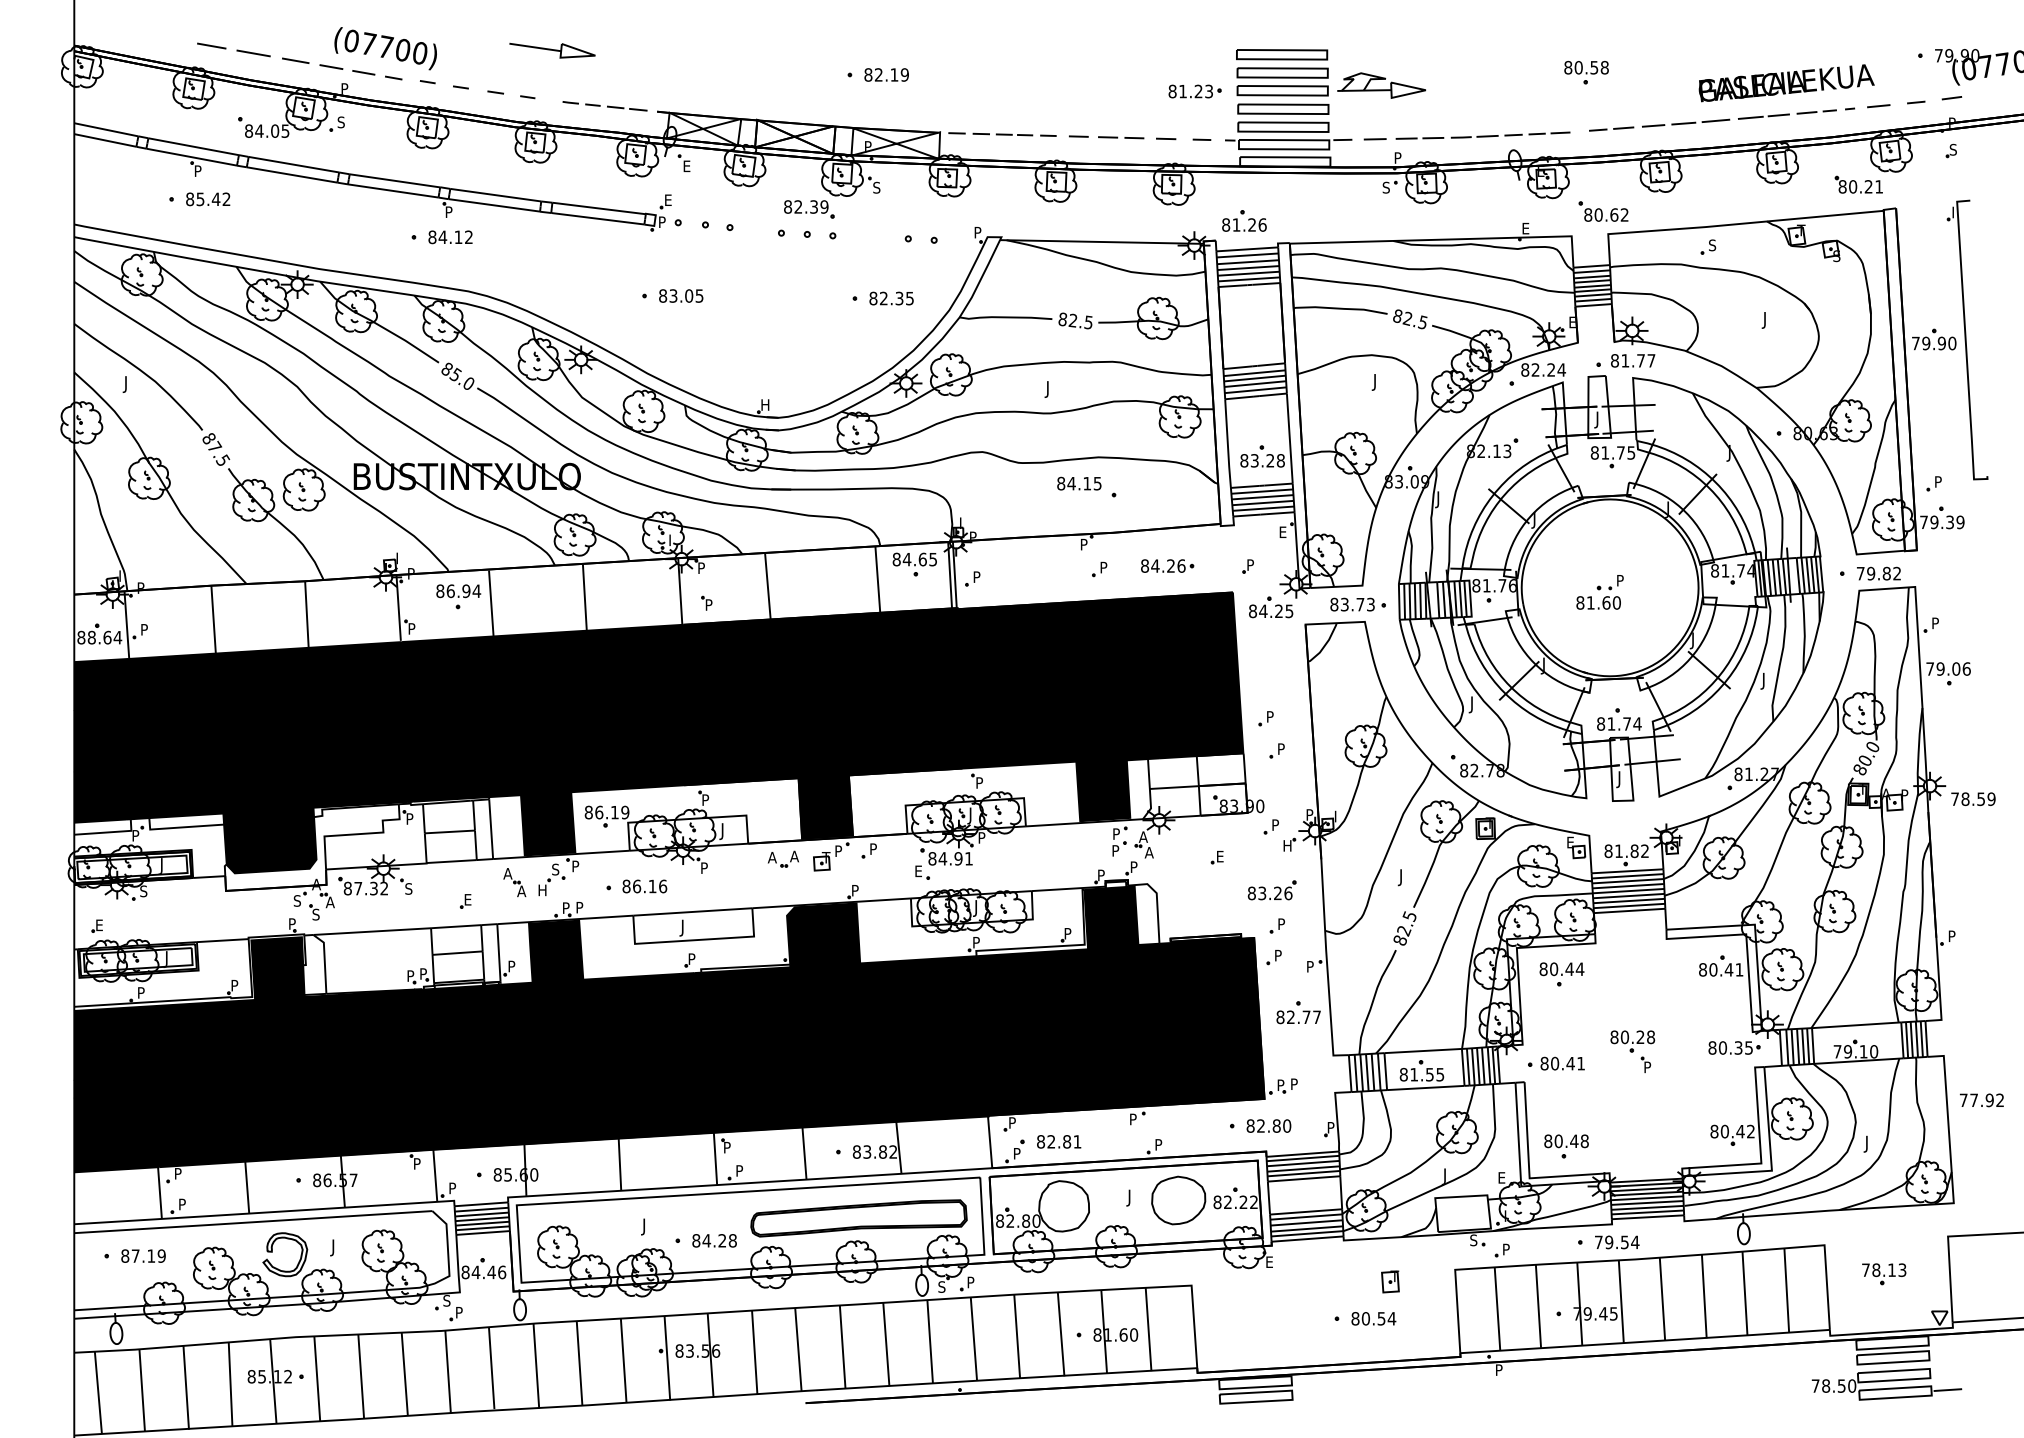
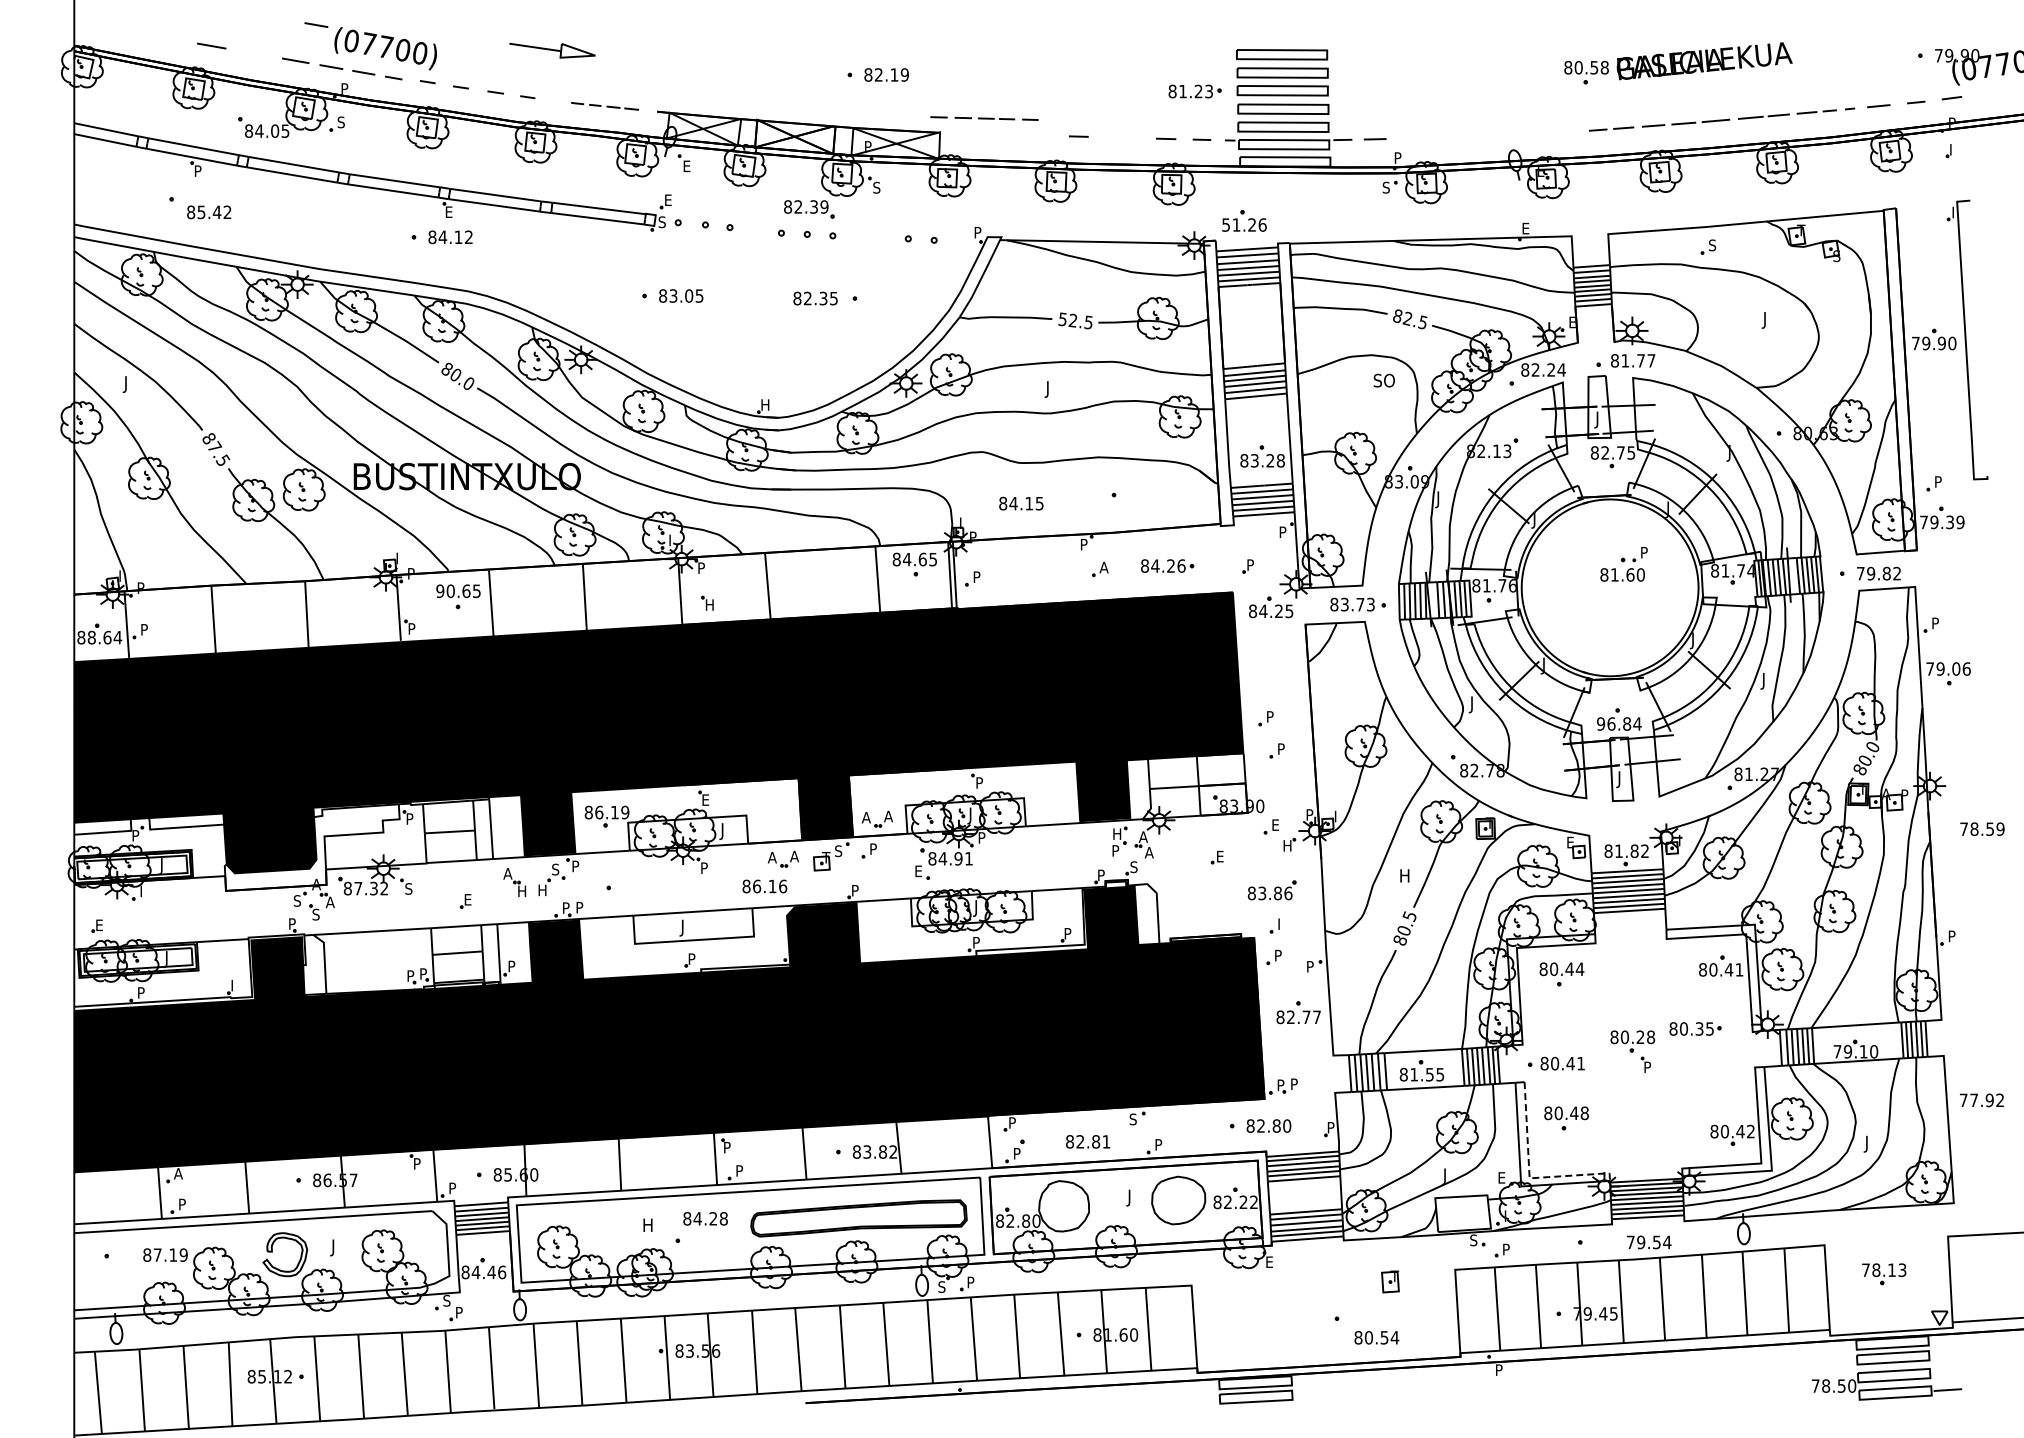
line at (316, 24): none -> present
line at (253, 53): present -> none
text at (1786, 83) position: (1786, 83) -> (1704, 61)
part at (1381, 85): present -> none
part at (604, 106) size: 86x11 px -> 68x9 px
part at (1002, 134) position: (1002, 134) -> (984, 118)
part at (1482, 135): present -> none
line at (1118, 137): present -> none
text at (1952, 149): S -> I
part at (1858, 184): present -> none
text at (208, 199) position: (208, 199) -> (209, 212)
text at (449, 211): P -> E
part at (1603, 211): present -> none
text at (661, 222): P -> S
text at (1226, 224): 81.26 -> 51.26
text at (891, 298) position: (891, 298) -> (815, 298)
text at (1062, 319): 82.5 -> 52.5
text at (455, 374): 85.0 -> 80.0
text at (1382, 381): J -> SO
text at (1604, 452): 81.75 -> 82.75
text at (1079, 483) position: (1079, 483) -> (1021, 503)
text at (1283, 531): E -> P
text at (1103, 567): P -> A
text at (458, 591): 86.94 -> 90.65
part at (1599, 592) position: (1599, 592) -> (1623, 564)
text at (710, 604): P -> H
text at (1614, 723): 81.74 -> 96.84
text at (1973, 798) position: (1973, 798) -> (1982, 828)
text at (706, 799): P -> E
part at (876, 818): none -> present
text at (1275, 824): P -> E
text at (1117, 833): P -> H
text at (838, 851): P -> S
text at (1133, 867): P -> S
text at (1403, 877): J -> H
text at (644, 886) position: (644, 886) -> (764, 886)
text at (143, 891): S -> I
text at (521, 891): A -> H
text at (1277, 893): 83.26 -> 83.86
text at (1281, 921): P -> I
text at (1404, 931): 82.5 -> 80.5
text at (235, 982): P -> I
part at (1734, 1047) position: (1734, 1047) -> (1695, 1028)
text at (1132, 1119): P -> S
text at (1059, 1141) position: (1059, 1141) -> (1088, 1141)
part at (1566, 1146) position: (1566, 1146) -> (1566, 1118)
text at (177, 1173): P -> A
line at (1529, 1175): solid -> dashed
text at (646, 1226): J -> H
text at (714, 1240) position: (714, 1240) -> (705, 1218)
text at (1617, 1242) position: (1617, 1242) -> (1649, 1242)
text at (143, 1255) position: (143, 1255) -> (165, 1254)
text at (1373, 1318) position: (1373, 1318) -> (1376, 1337)
